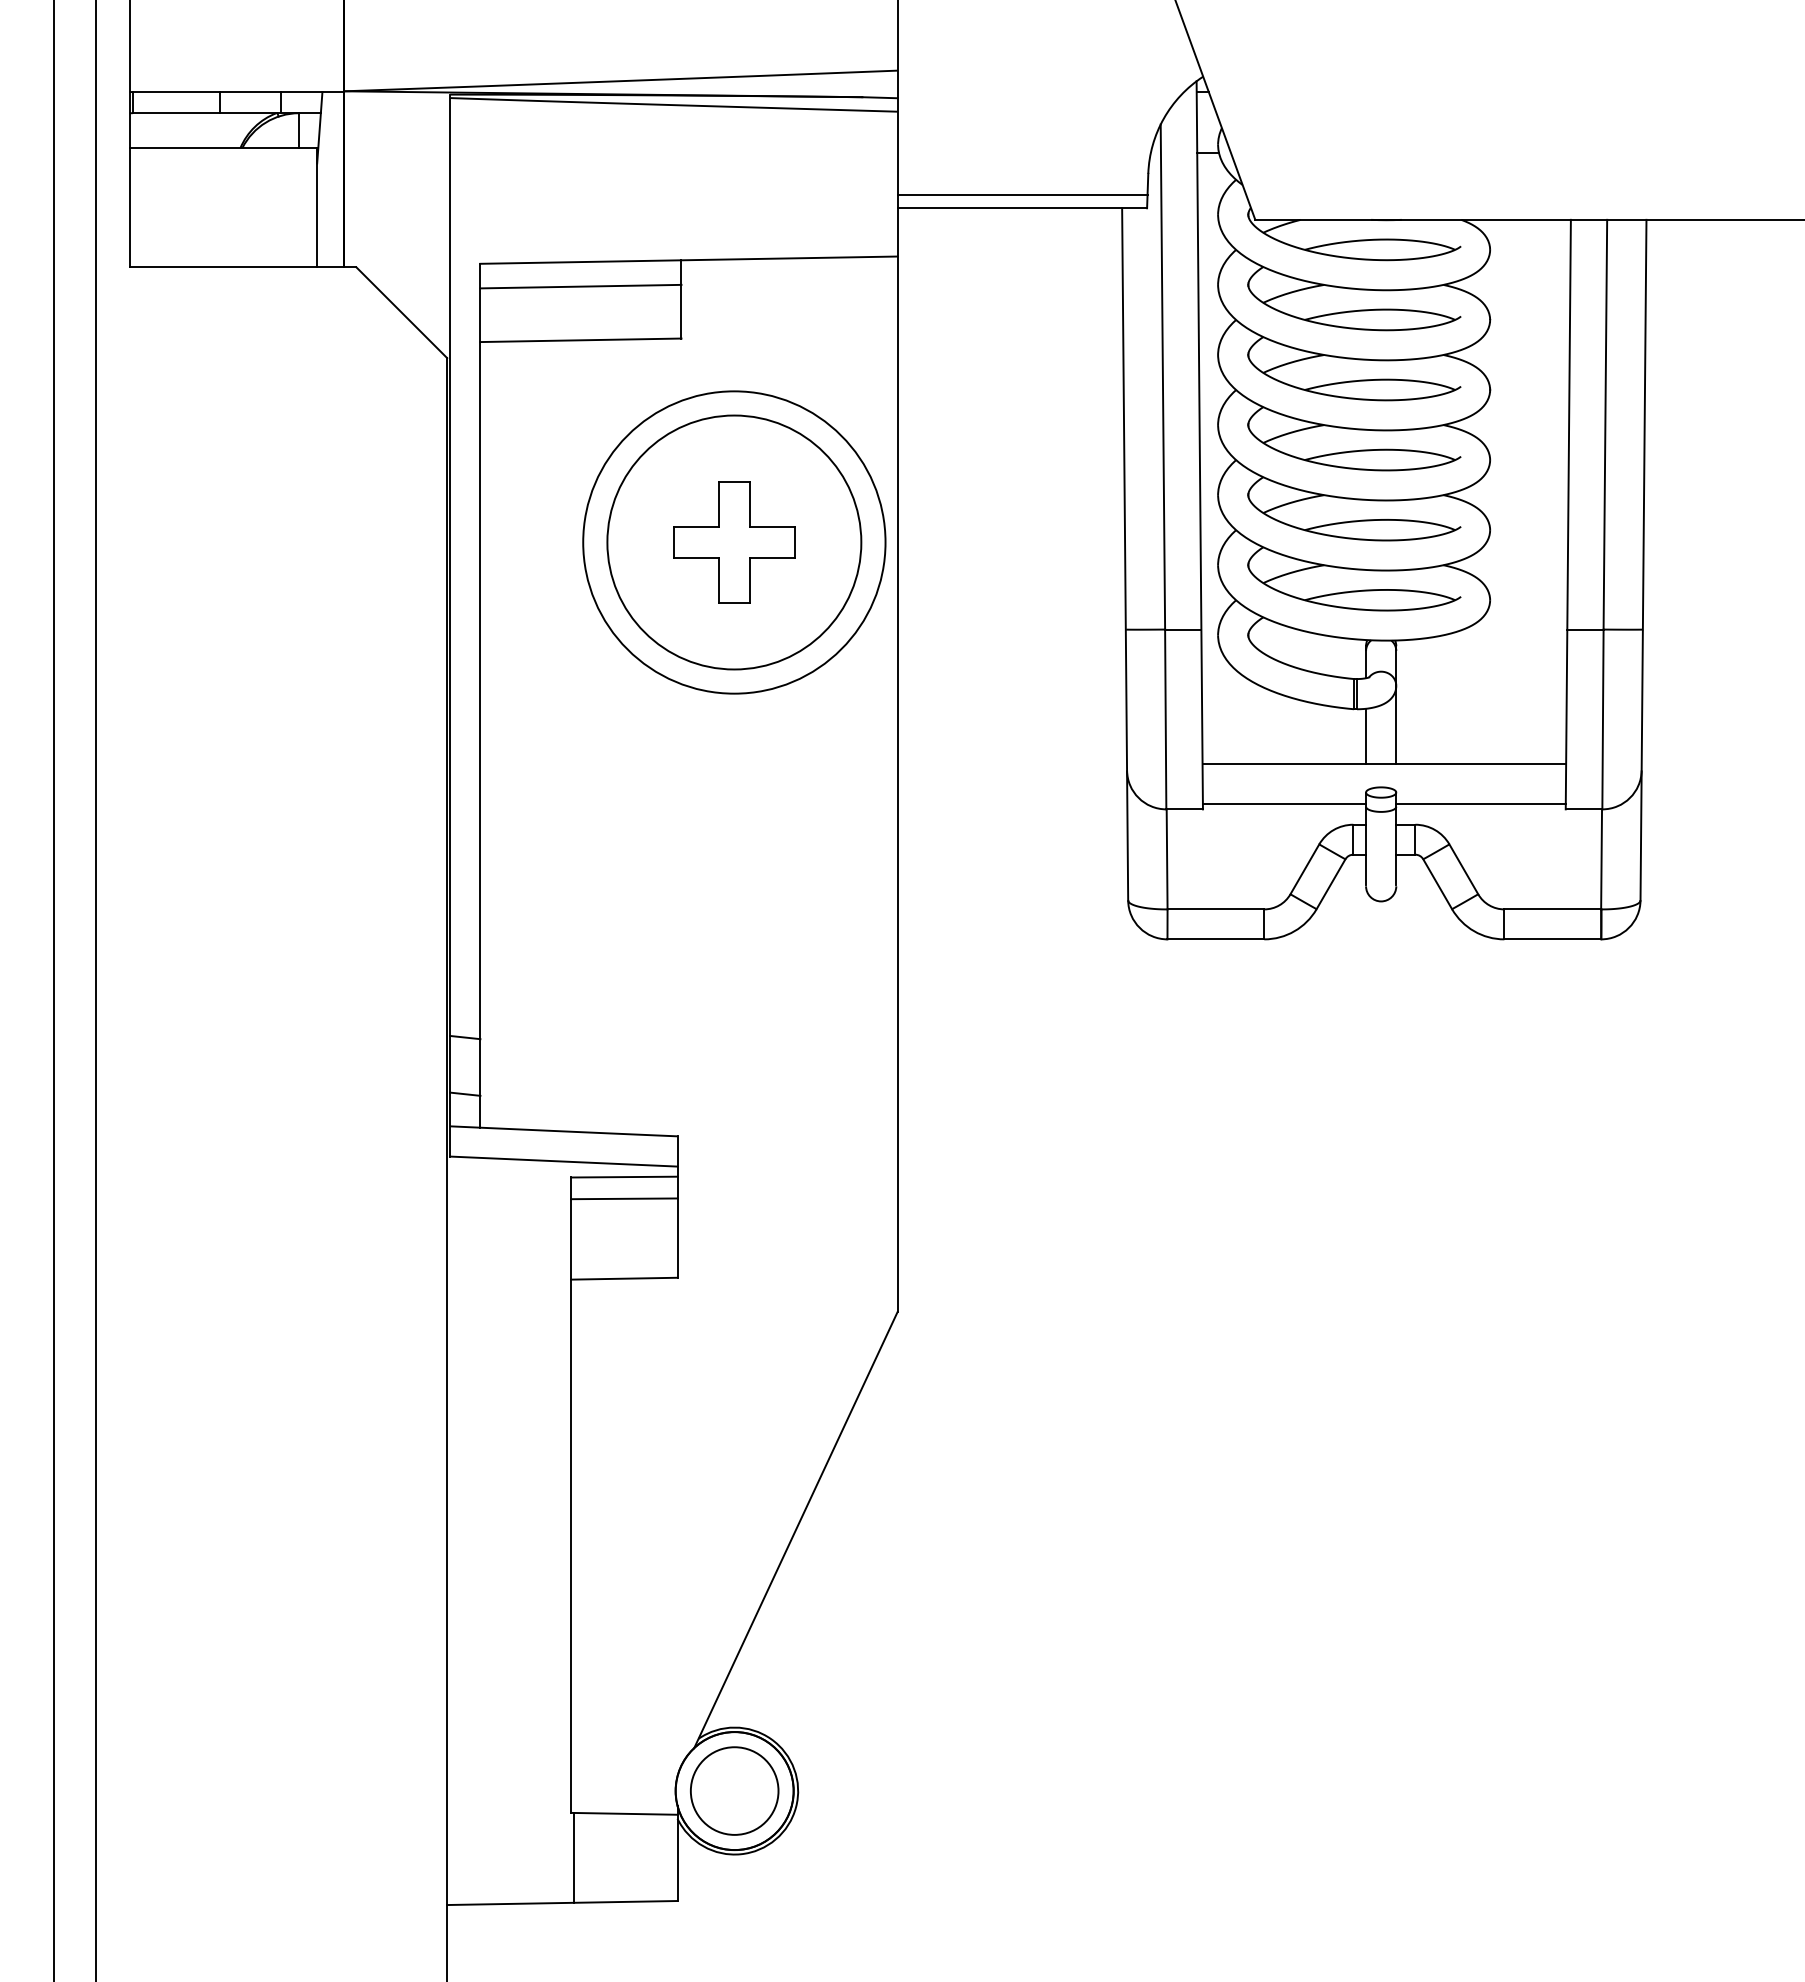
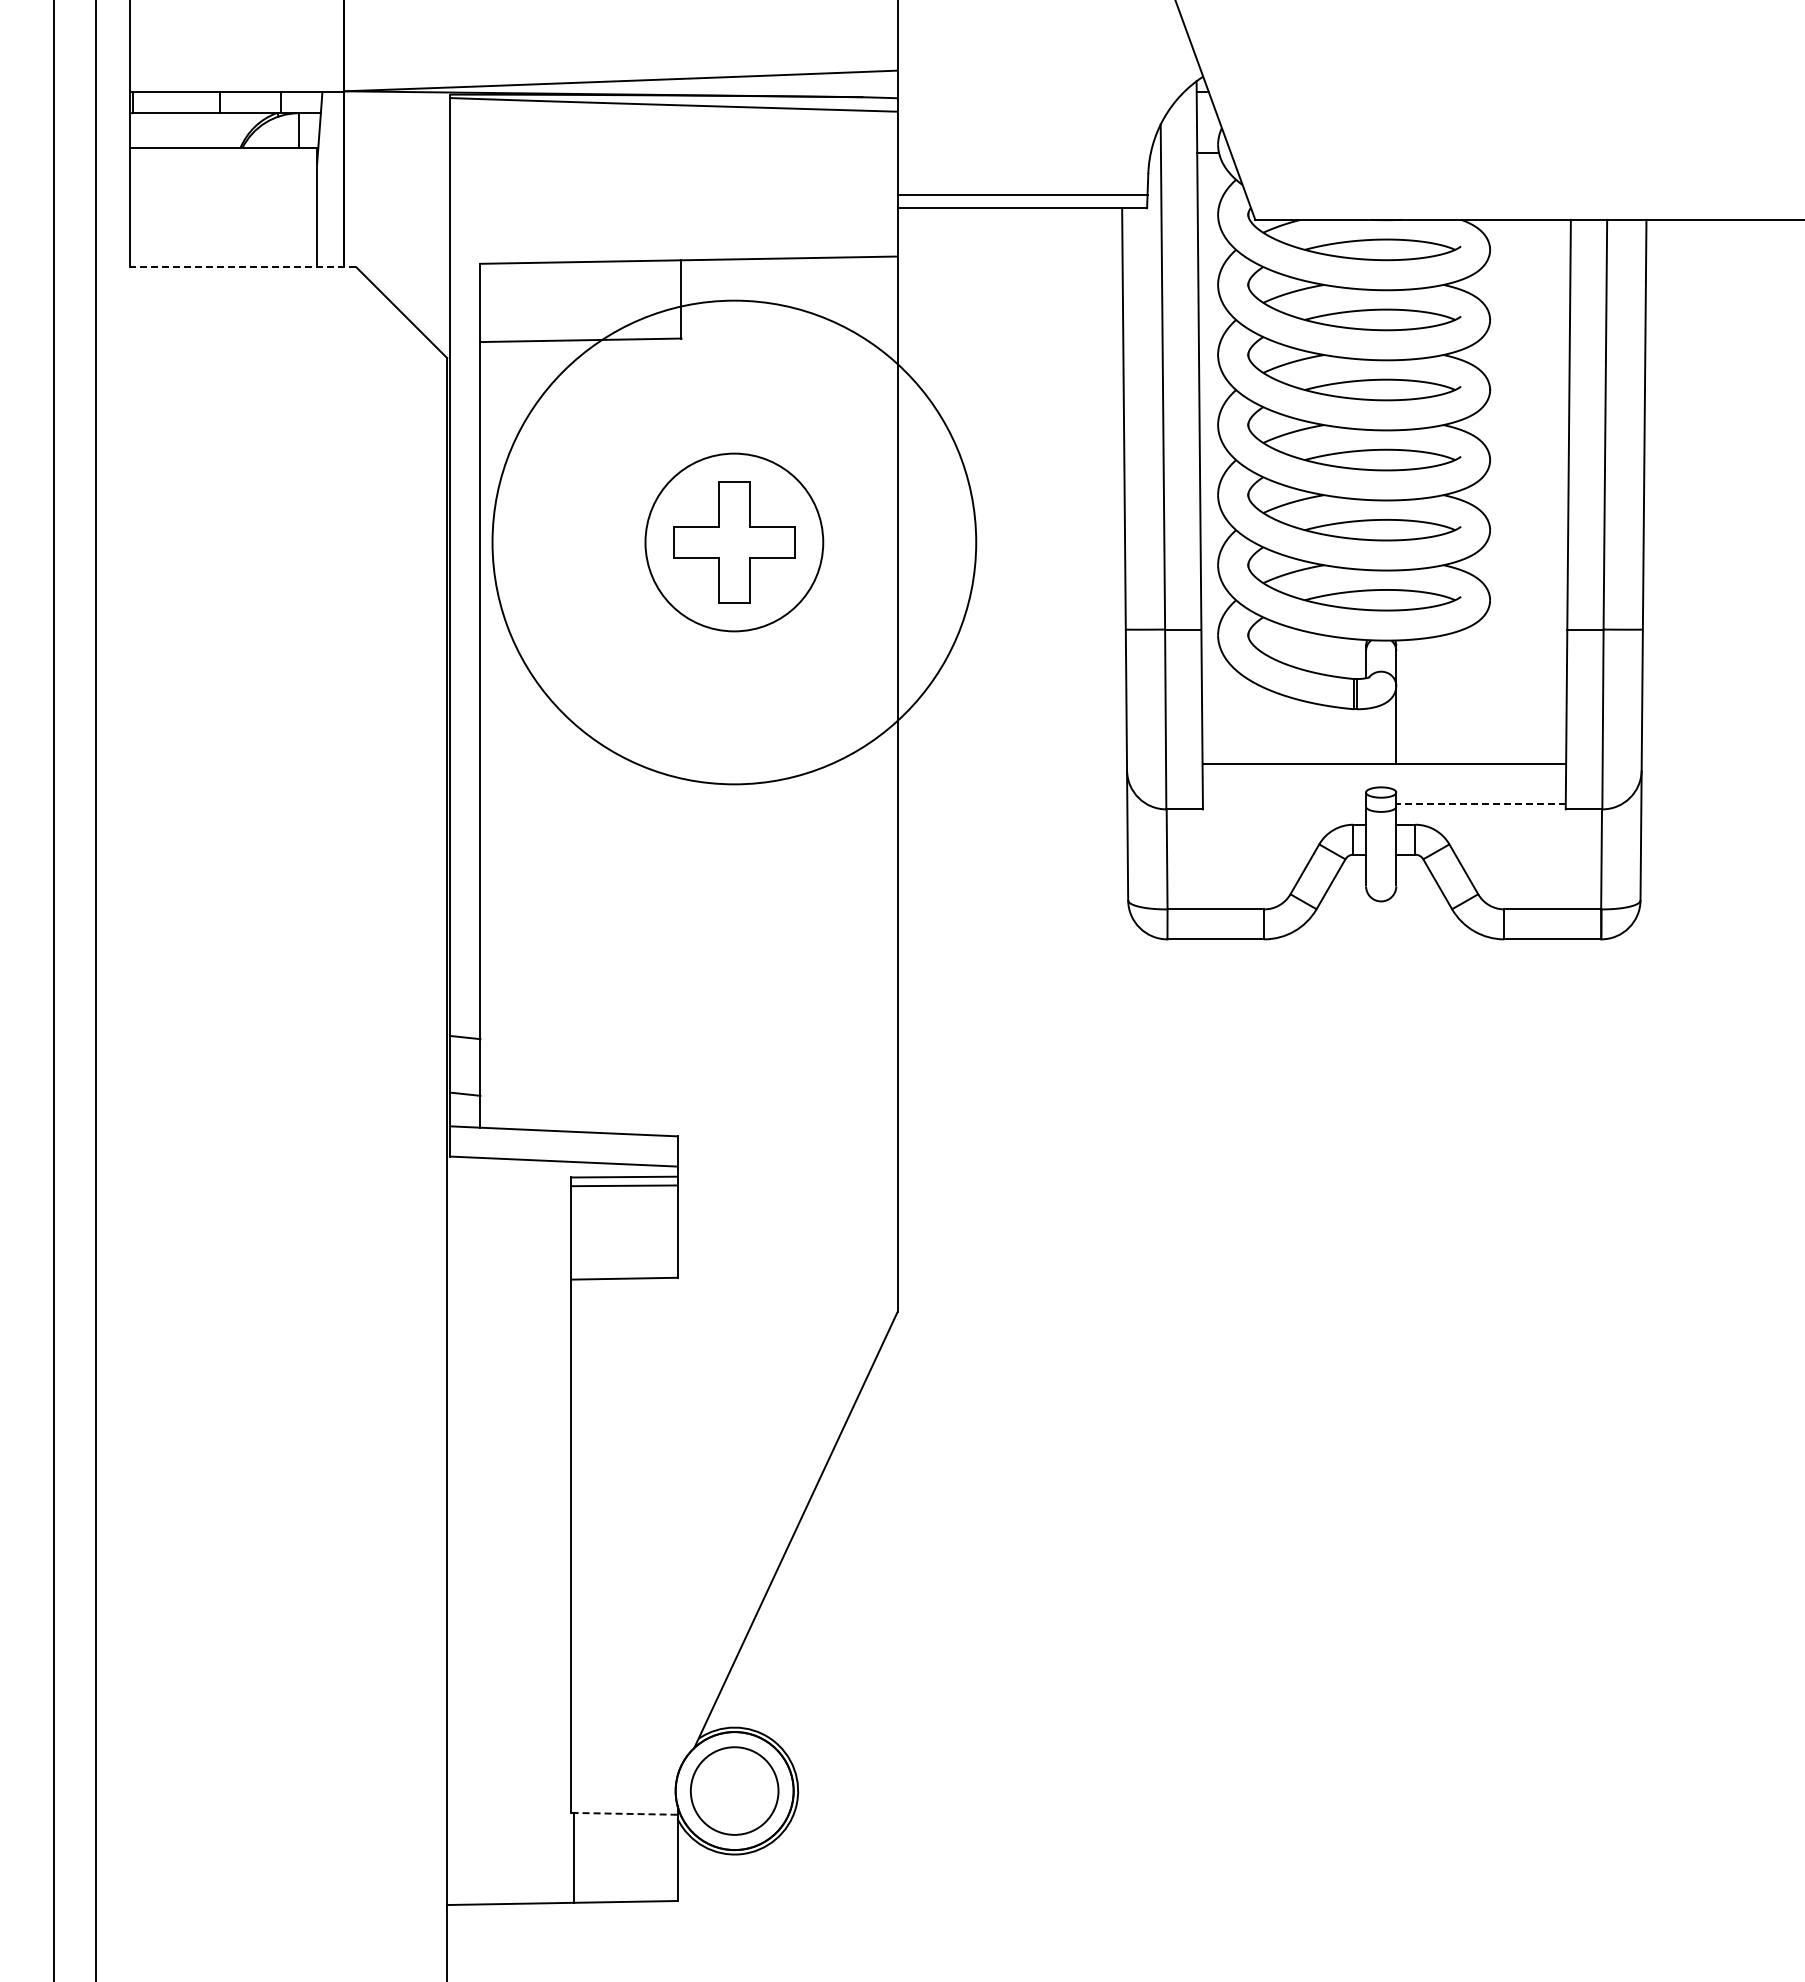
line at (242, 267): solid -> dashed
line at (580, 286): present -> none
circle at (734, 542) diameter: 254 px -> 178 px
circle at (734, 542) diameter: 302 px -> 484 px
line at (1366, 736): present -> none
line at (1284, 803): present -> none
line at (1481, 803): solid -> dashed
line at (624, 1198) position: (624, 1198) -> (624, 1185)
line at (623, 1813): solid -> dashed
